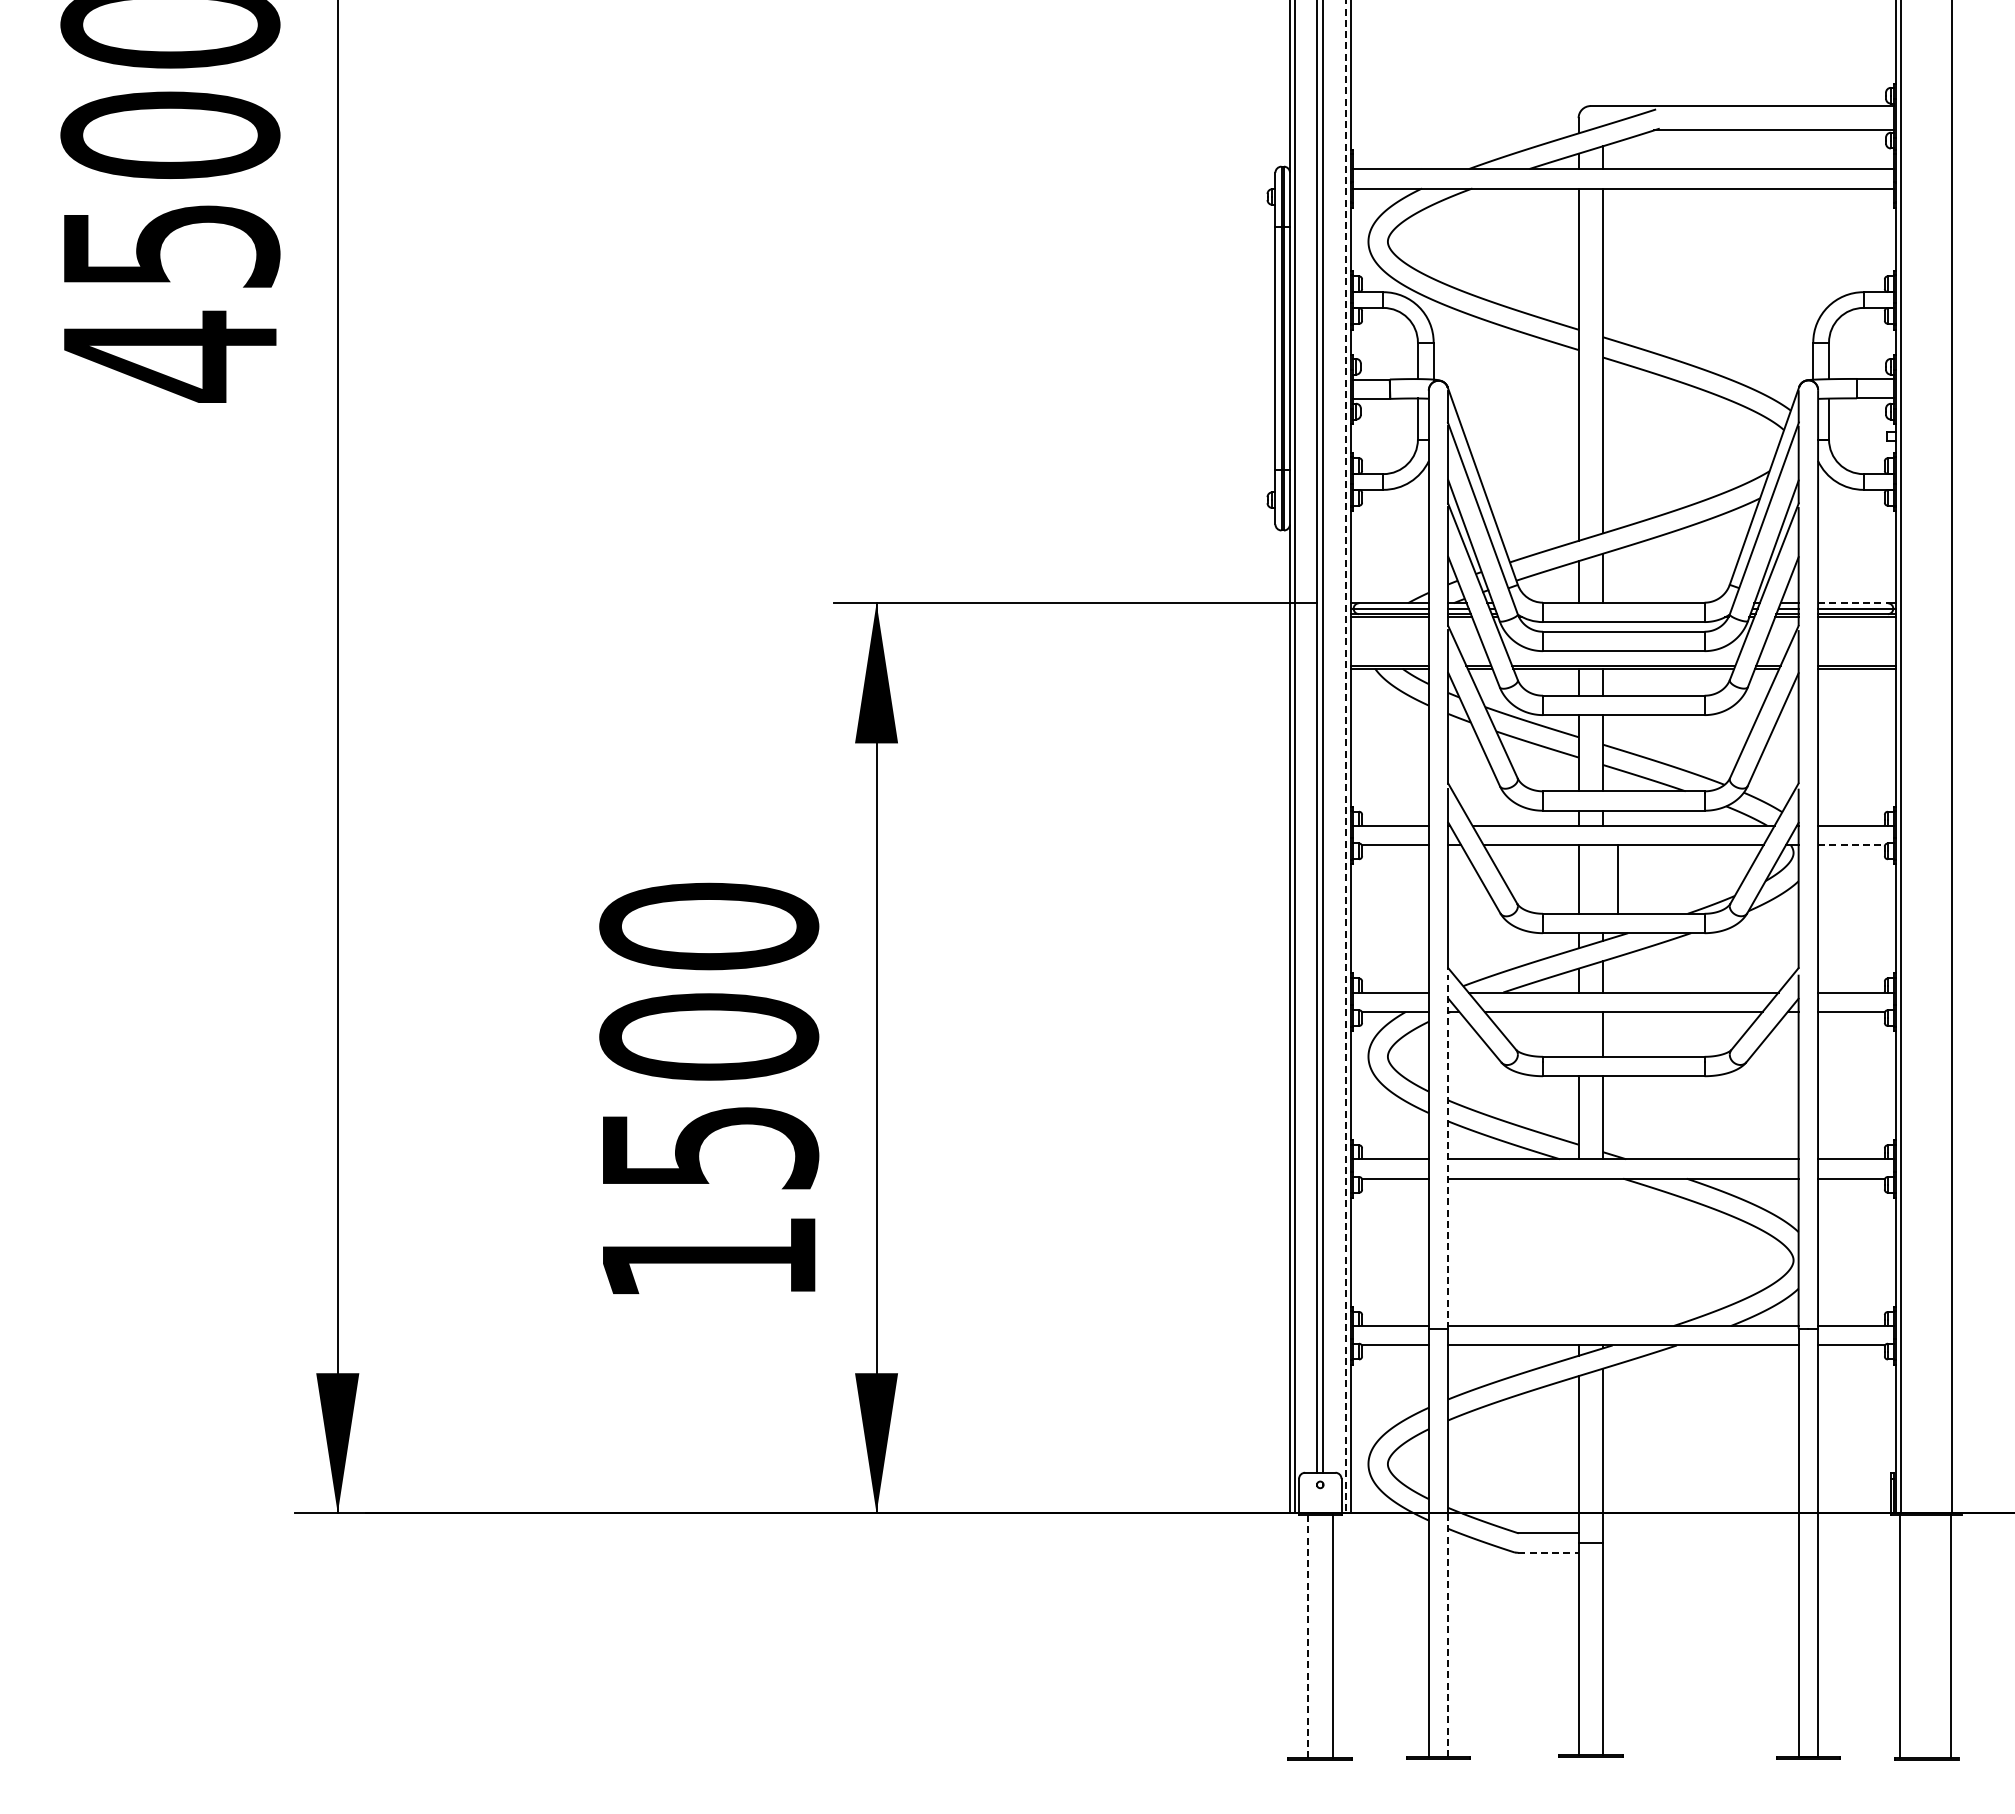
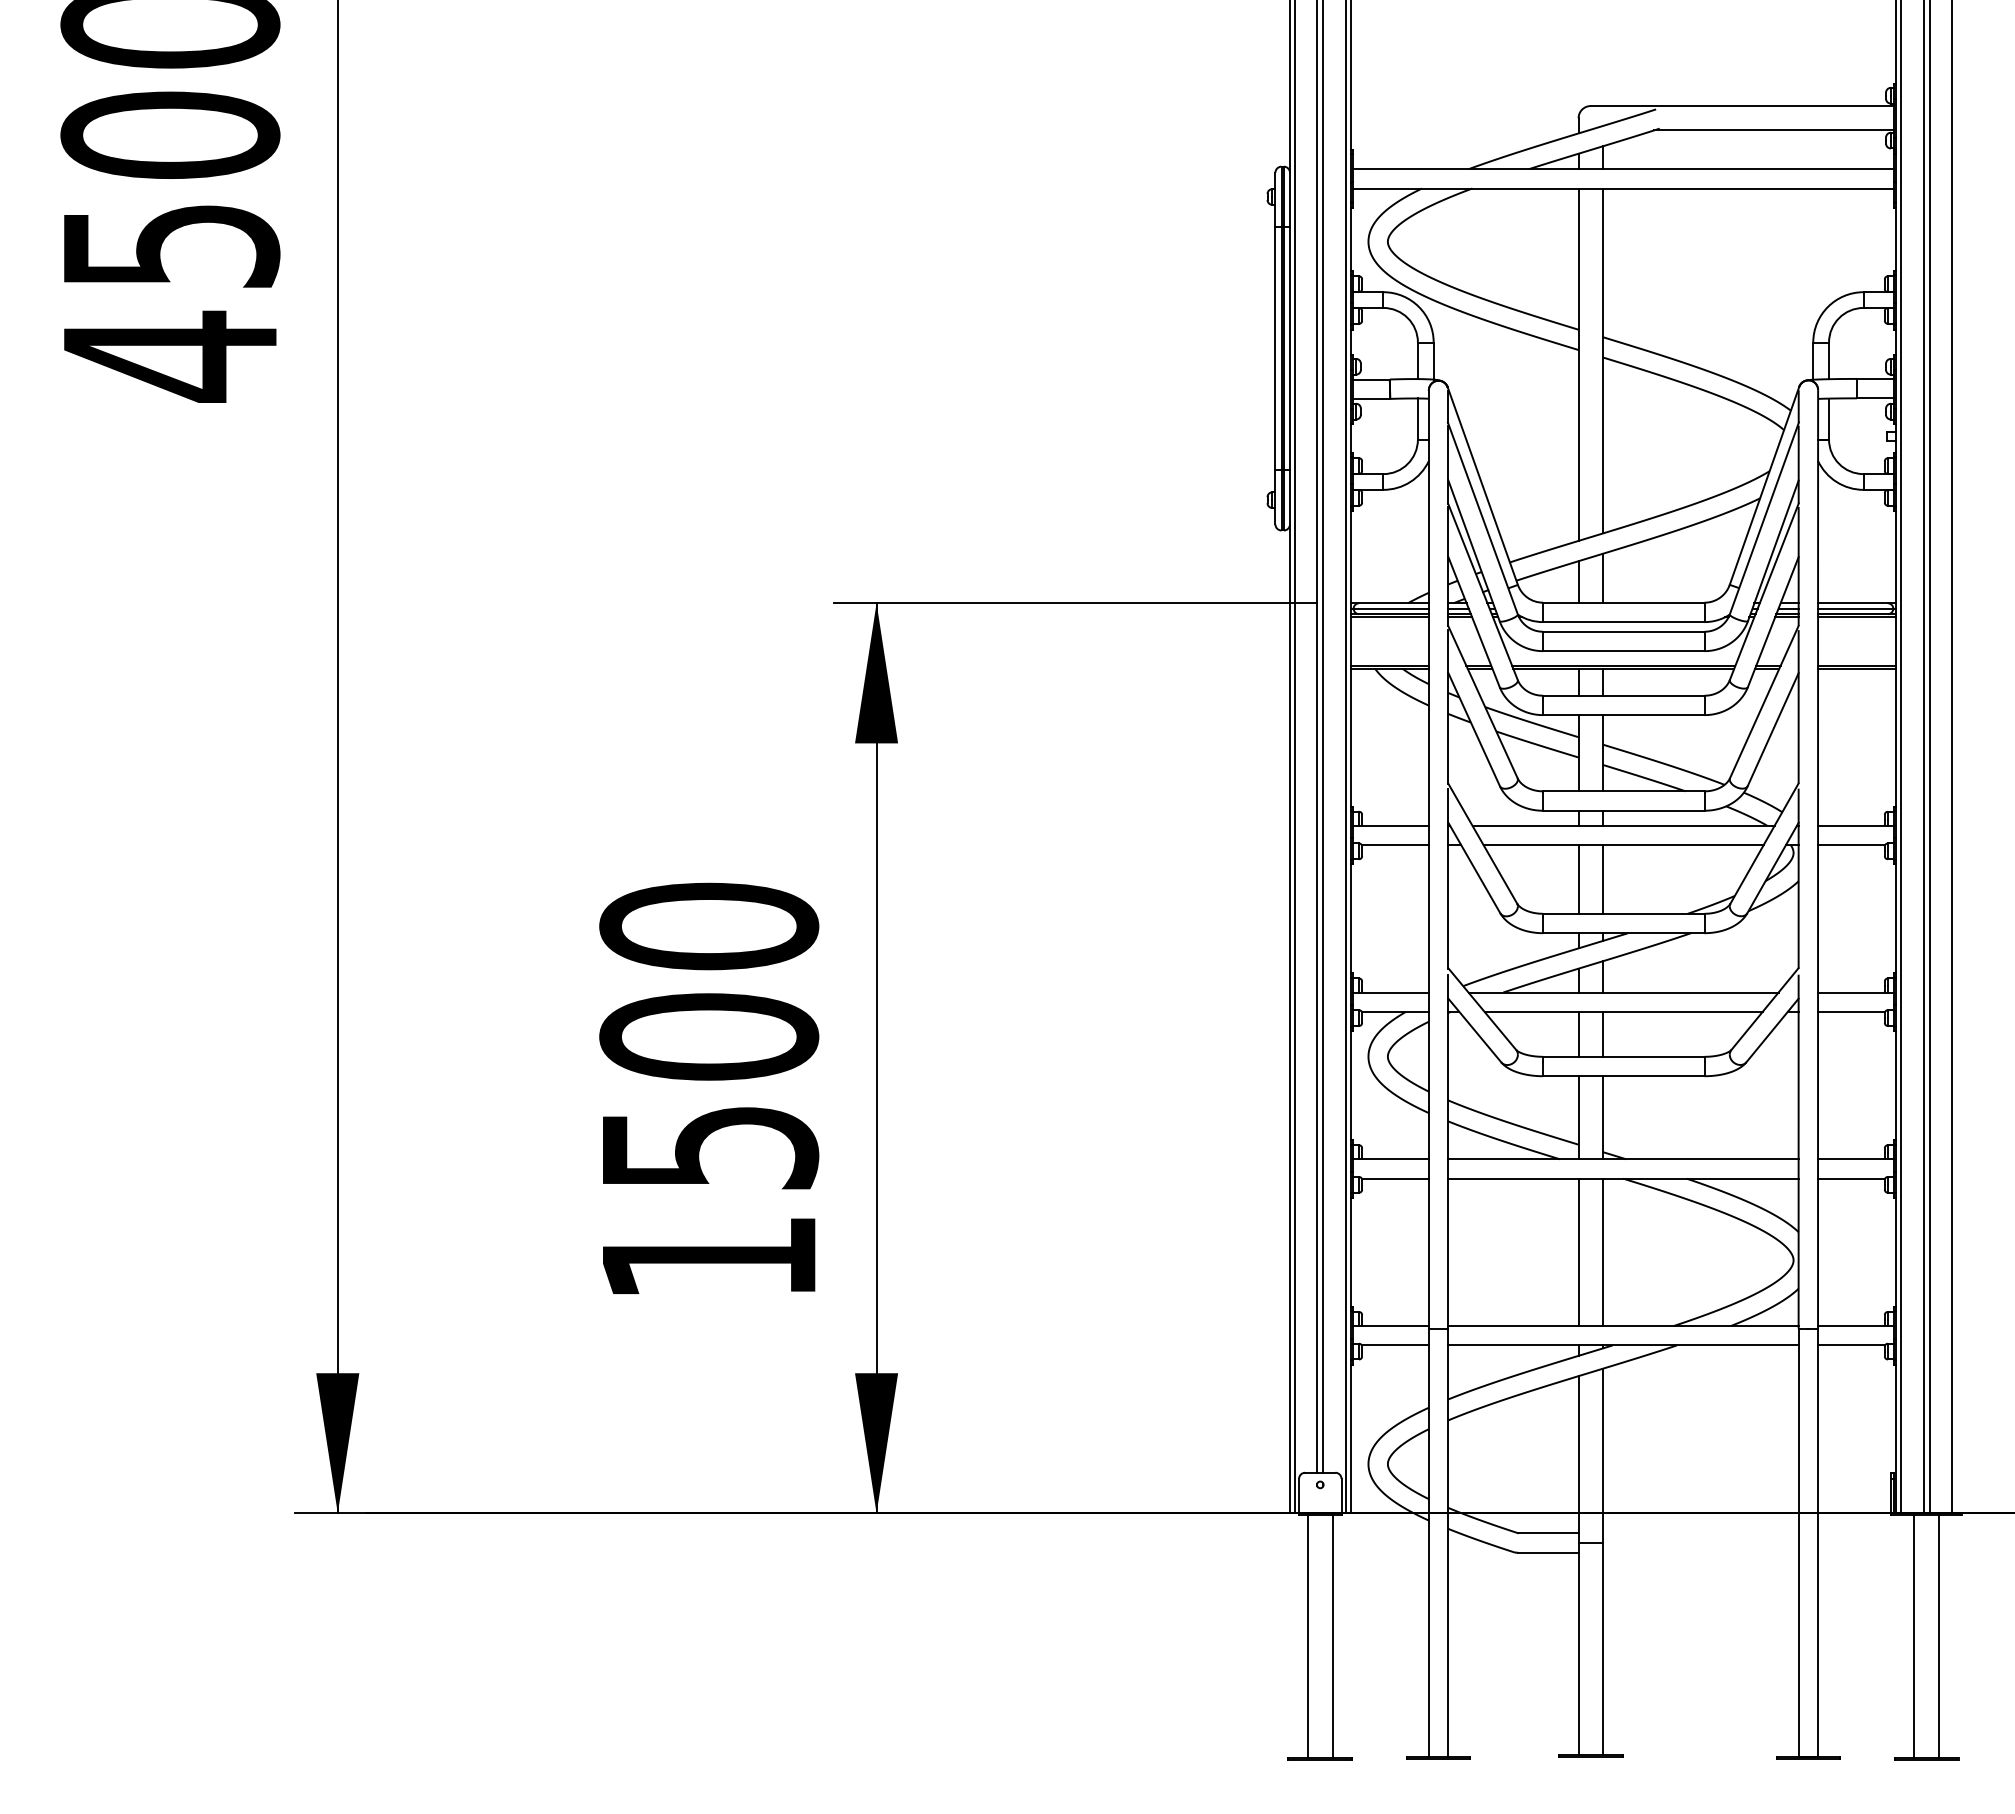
line at (1852, 603): dashed -> solid
line at (1345, 757): dashed -> solid
line at (1923, 757): none -> present
line at (1929, 757): none -> present
line at (1851, 845): dashed -> solid
line at (1617, 879) position: (1617, 879) -> (1602, 879)
line at (1578, 1033): none -> present
line at (1448, 1151): dashed -> solid
line at (1578, 1252): none -> present
line at (1602, 1252): none -> present
line at (1549, 1552): dashed -> solid
line at (1448, 1635): dashed -> solid
line at (1307, 1636): dashed -> solid
line at (1899, 1636) position: (1899, 1636) -> (1913, 1636)
line at (1951, 1636) position: (1951, 1636) -> (1939, 1636)
